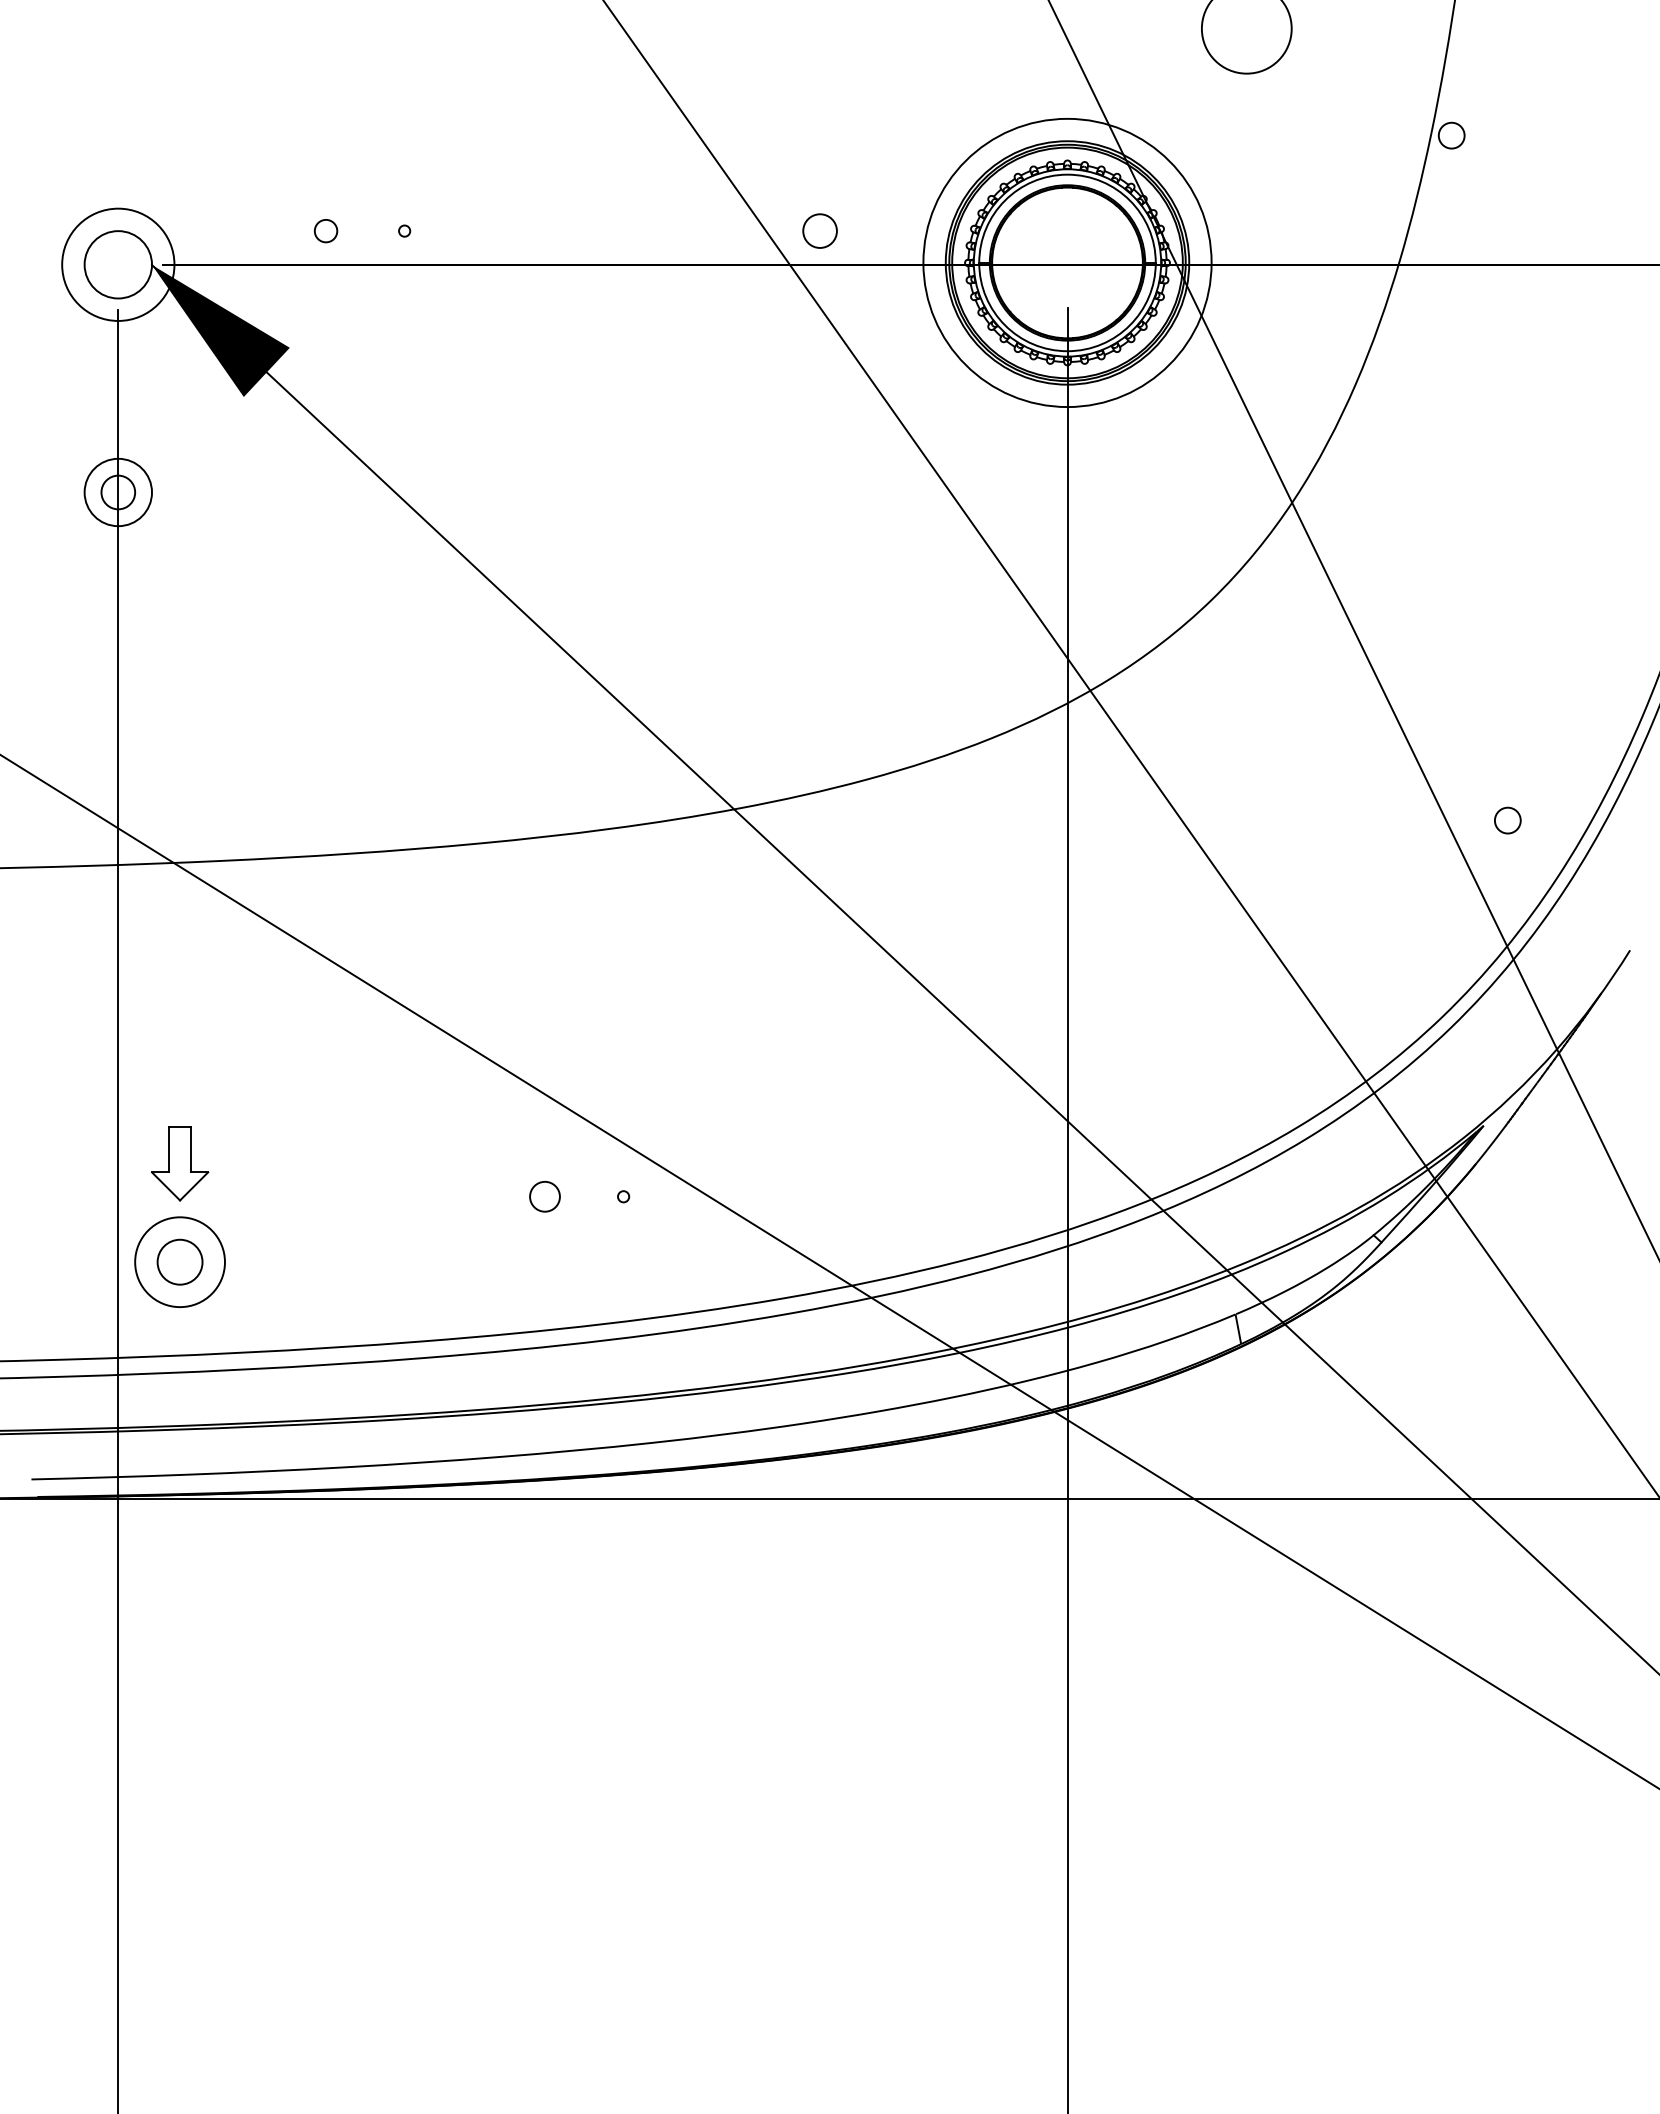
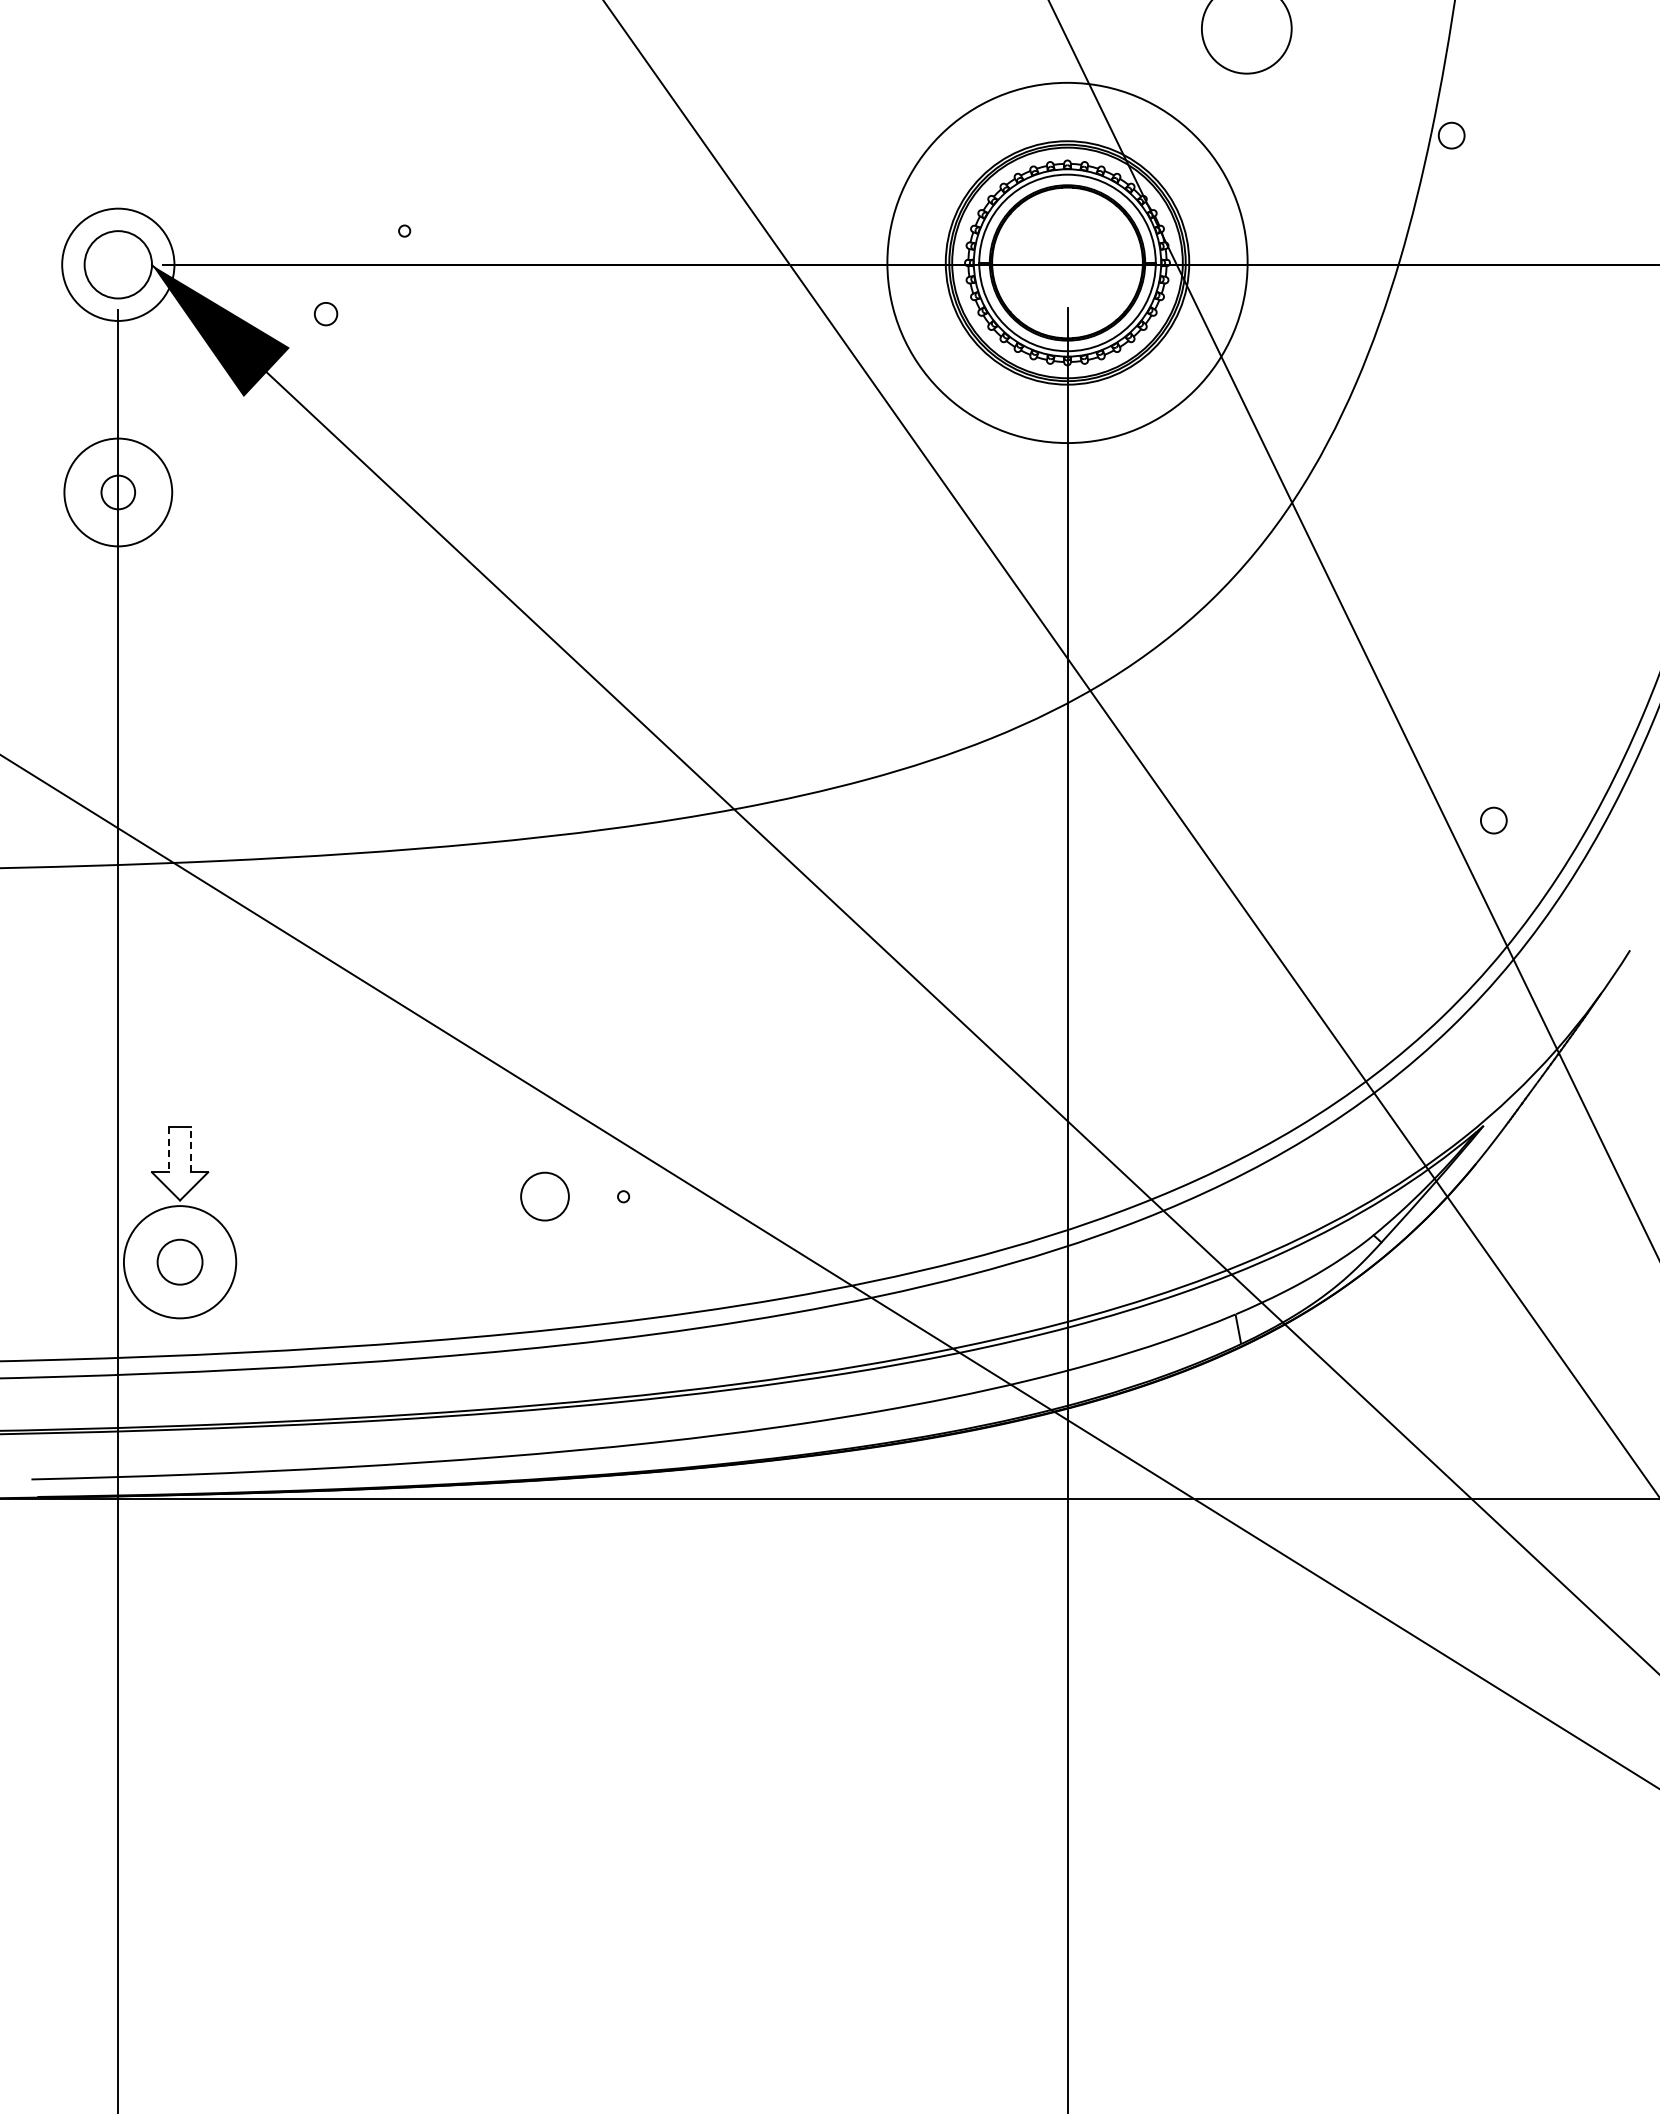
circle at (819, 230): present -> none
circle at (326, 231) position: (326, 231) -> (326, 314)
circle at (1067, 262) diameter: 288 px -> 360 px
circle at (118, 492) diameter: 67 px -> 108 px
circle at (1507, 820) position: (1507, 820) -> (1493, 820)
line at (191, 1149): solid -> dashed
line at (168, 1150): solid -> dashed
circle at (544, 1196) size: 32x32 px -> 50x51 px
circle at (179, 1262) diameter: 90 px -> 112 px
